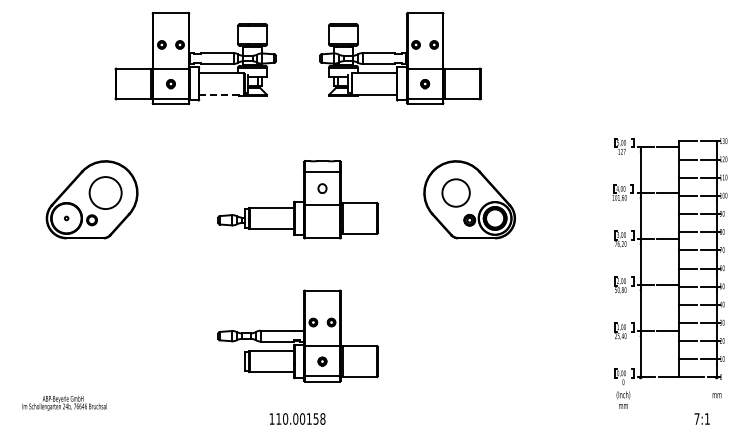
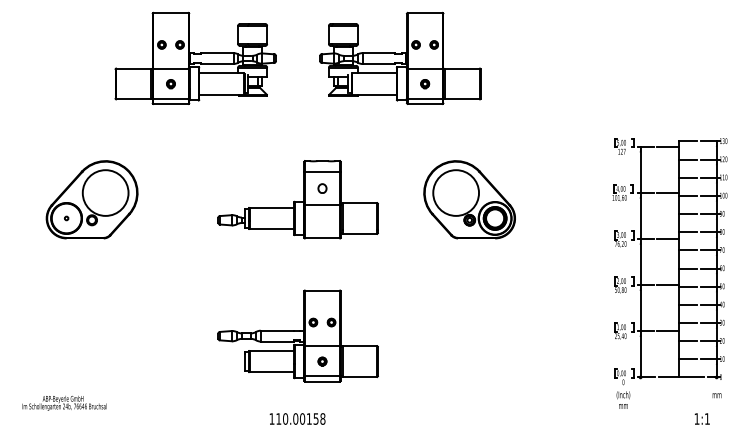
line at (221, 94): dashed -> solid
circle at (455, 192) diameter: 27 px -> 46 px
circle at (105, 193) diameter: 32 px -> 46 px
text at (696, 418): 7:1 -> 1:1
